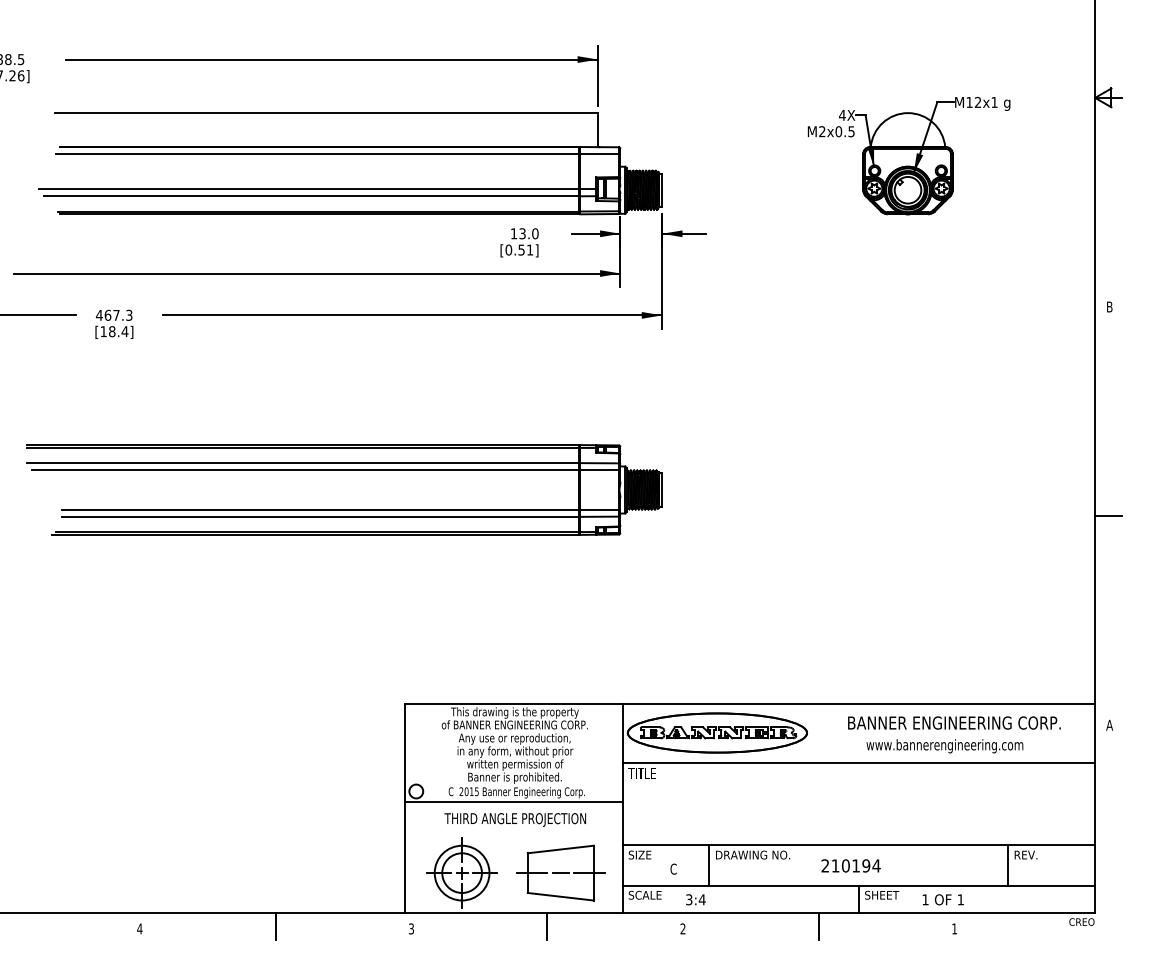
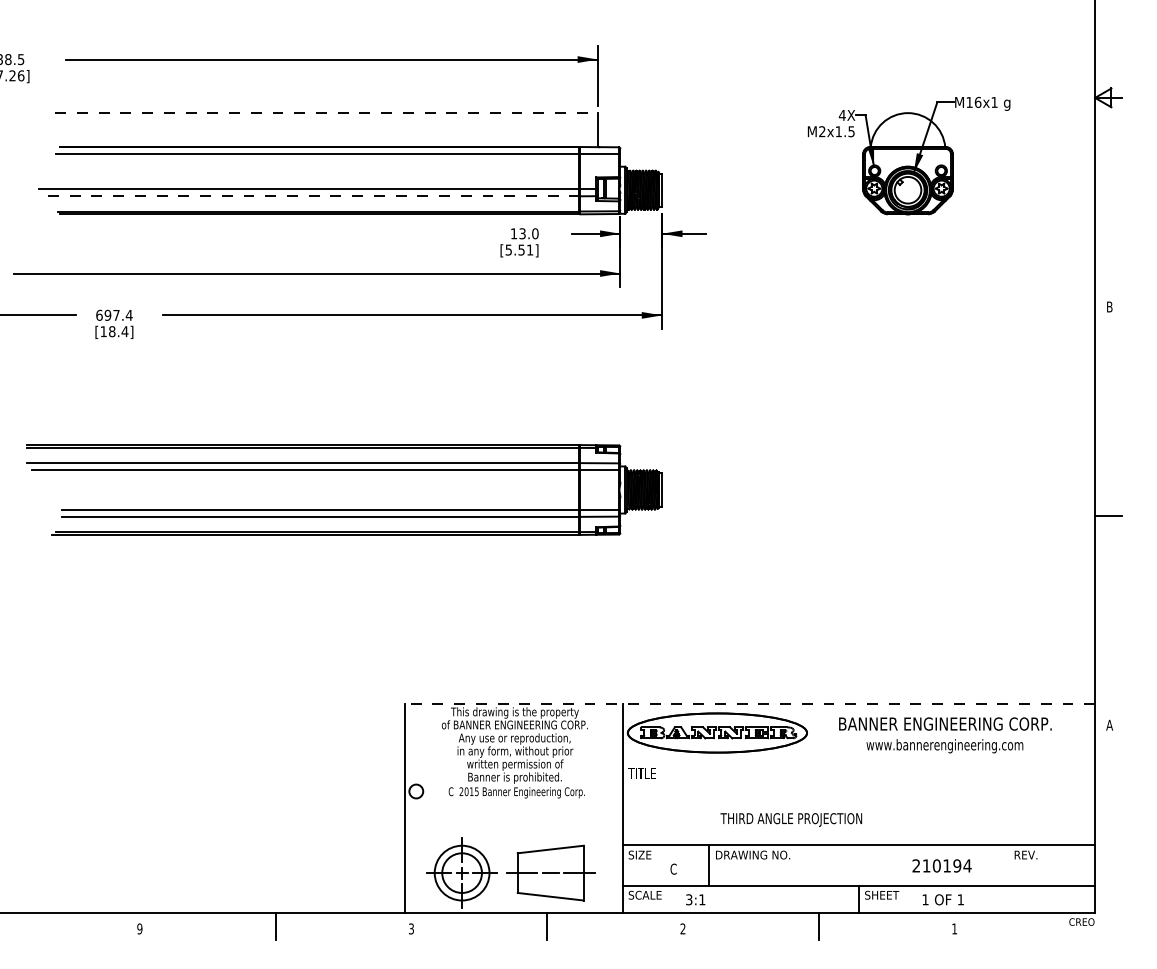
text at (977, 101): M12x1 -> M16x1
line at (327, 113): solid -> dashed
text at (838, 131): M2x0.5 -> M2x1.5
line at (311, 196): solid -> dashed
text at (508, 249): [0.51] -> [5.51]
text at (113, 314): 467.3 -> 697.4
line at (750, 704): solid -> dashed
text at (954, 722) position: (954, 722) -> (945, 723)
line at (858, 762): present -> none
line at (513, 801): present -> none
text at (515, 819) position: (515, 819) -> (791, 819)
text at (850, 865) position: (850, 865) -> (941, 865)
line at (1008, 865): present -> none
part at (560, 872) position: (560, 872) -> (550, 872)
text at (701, 899): 3:4 -> 3:1
text at (139, 928): 4 -> 9
